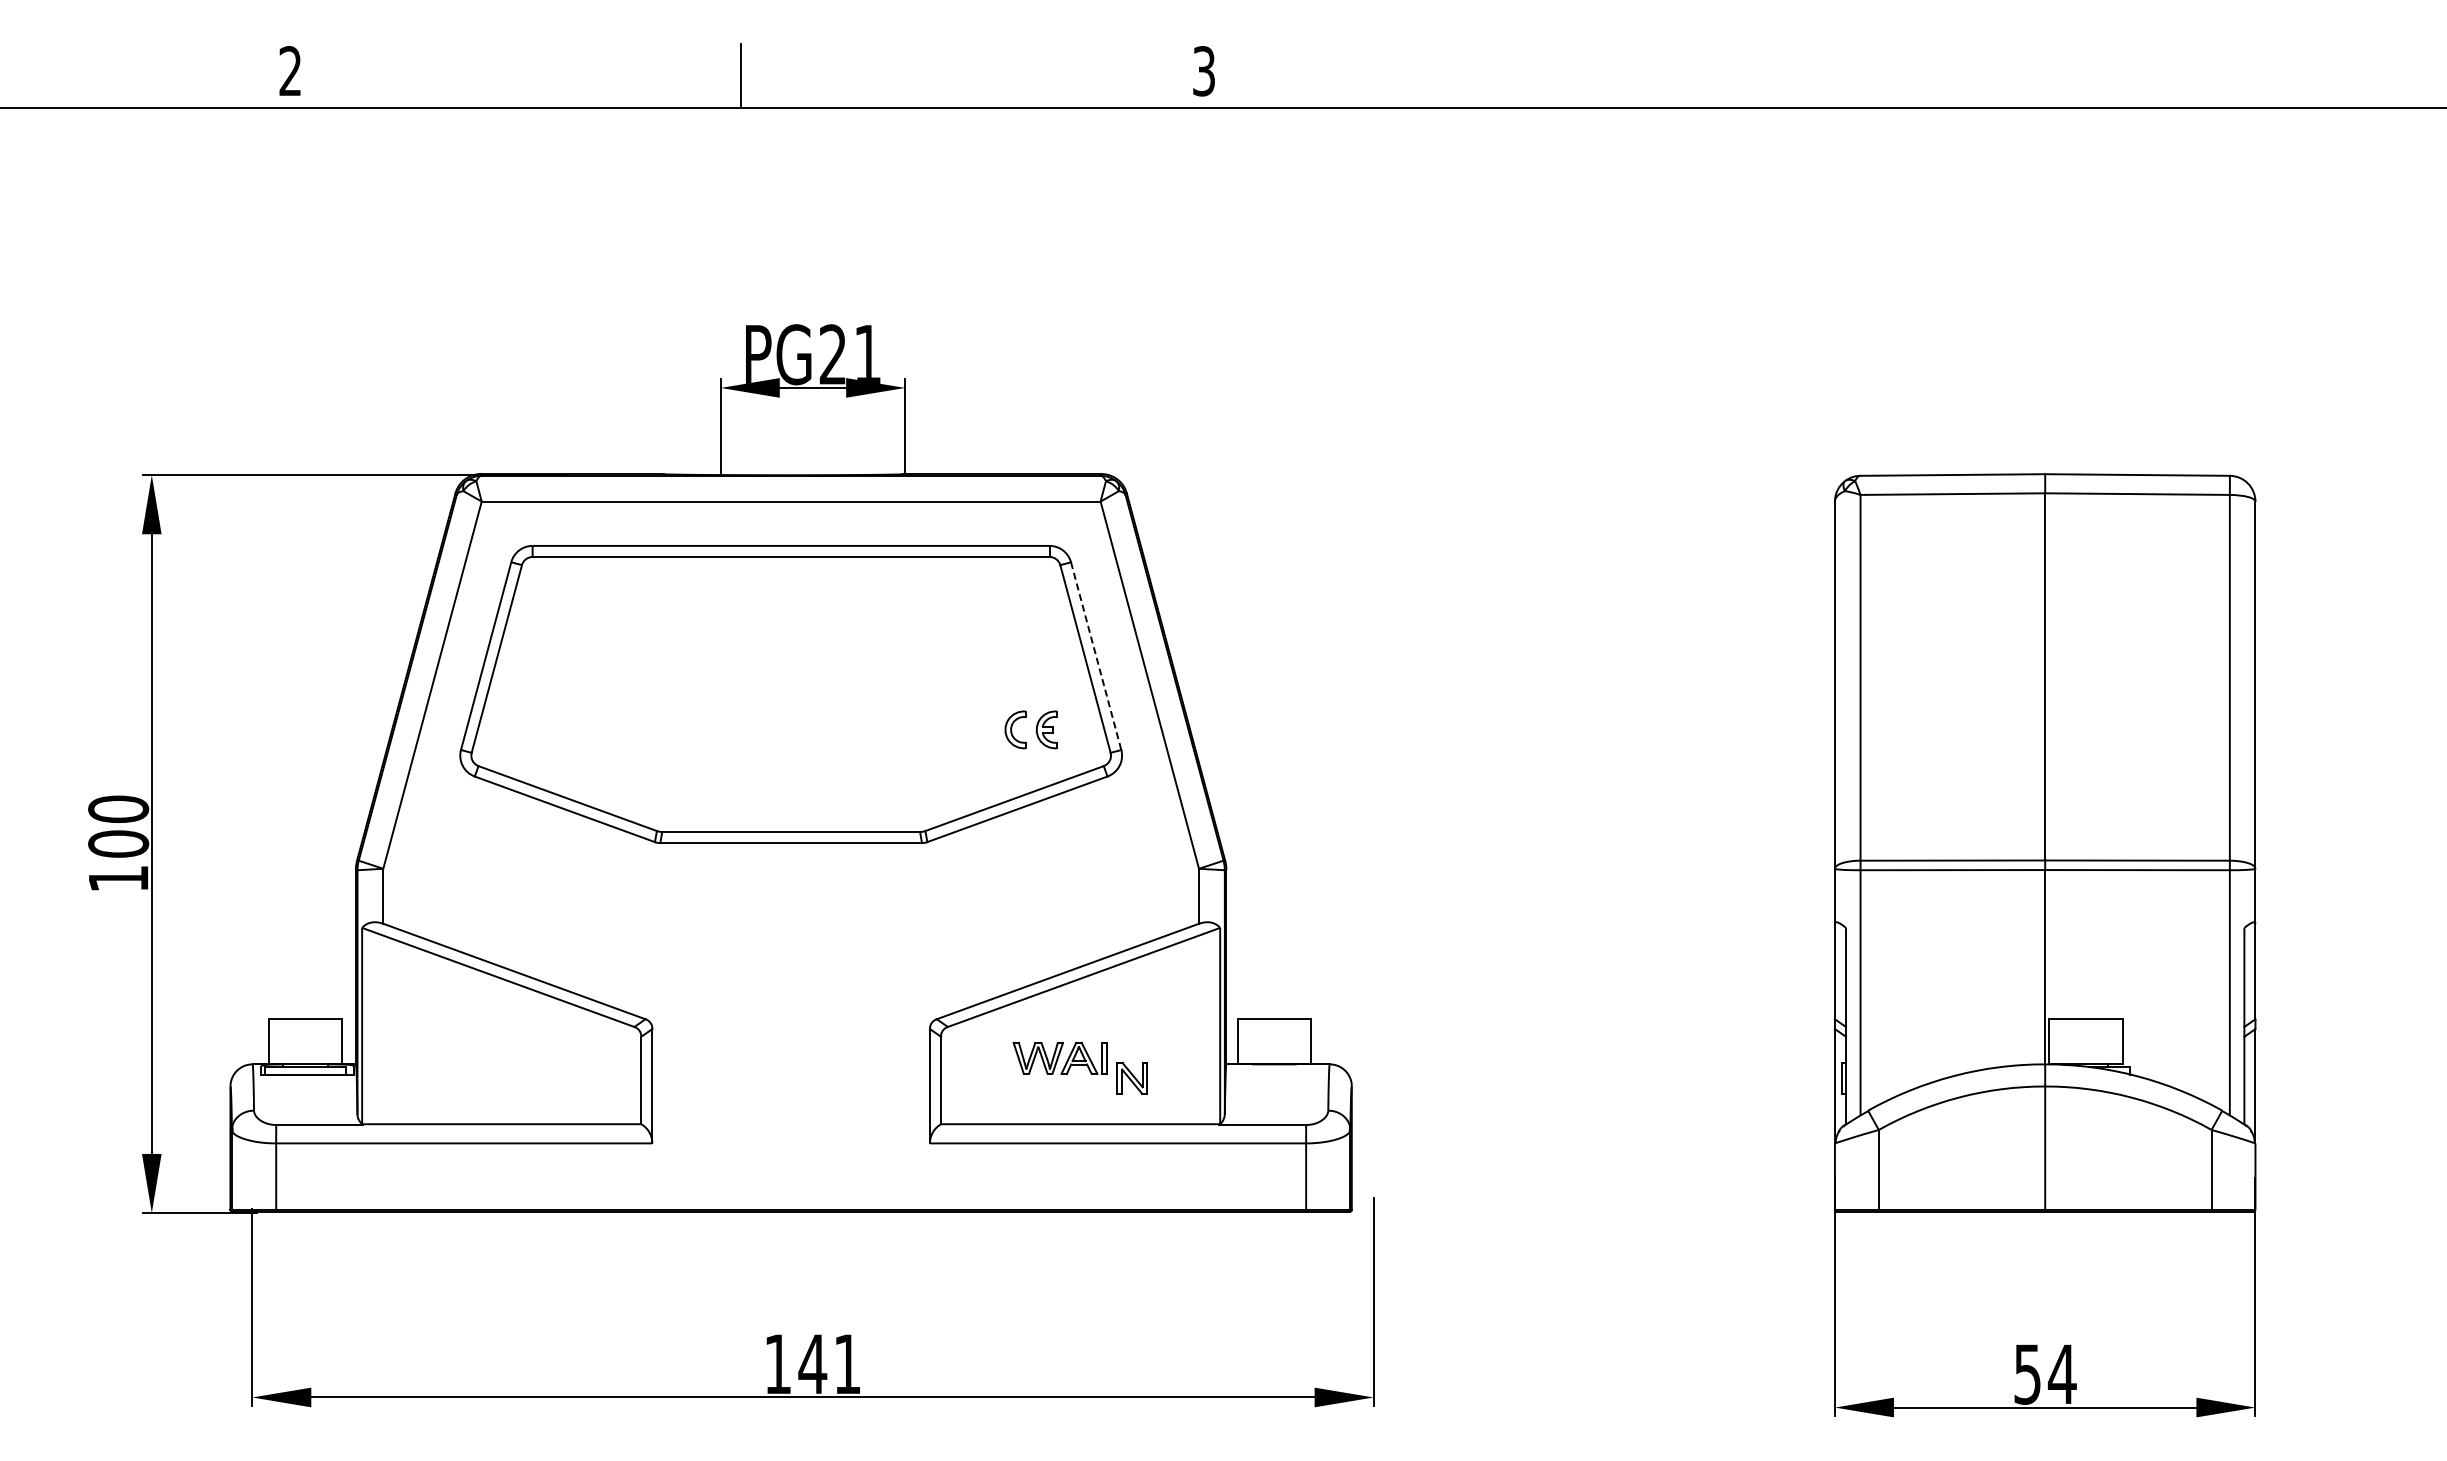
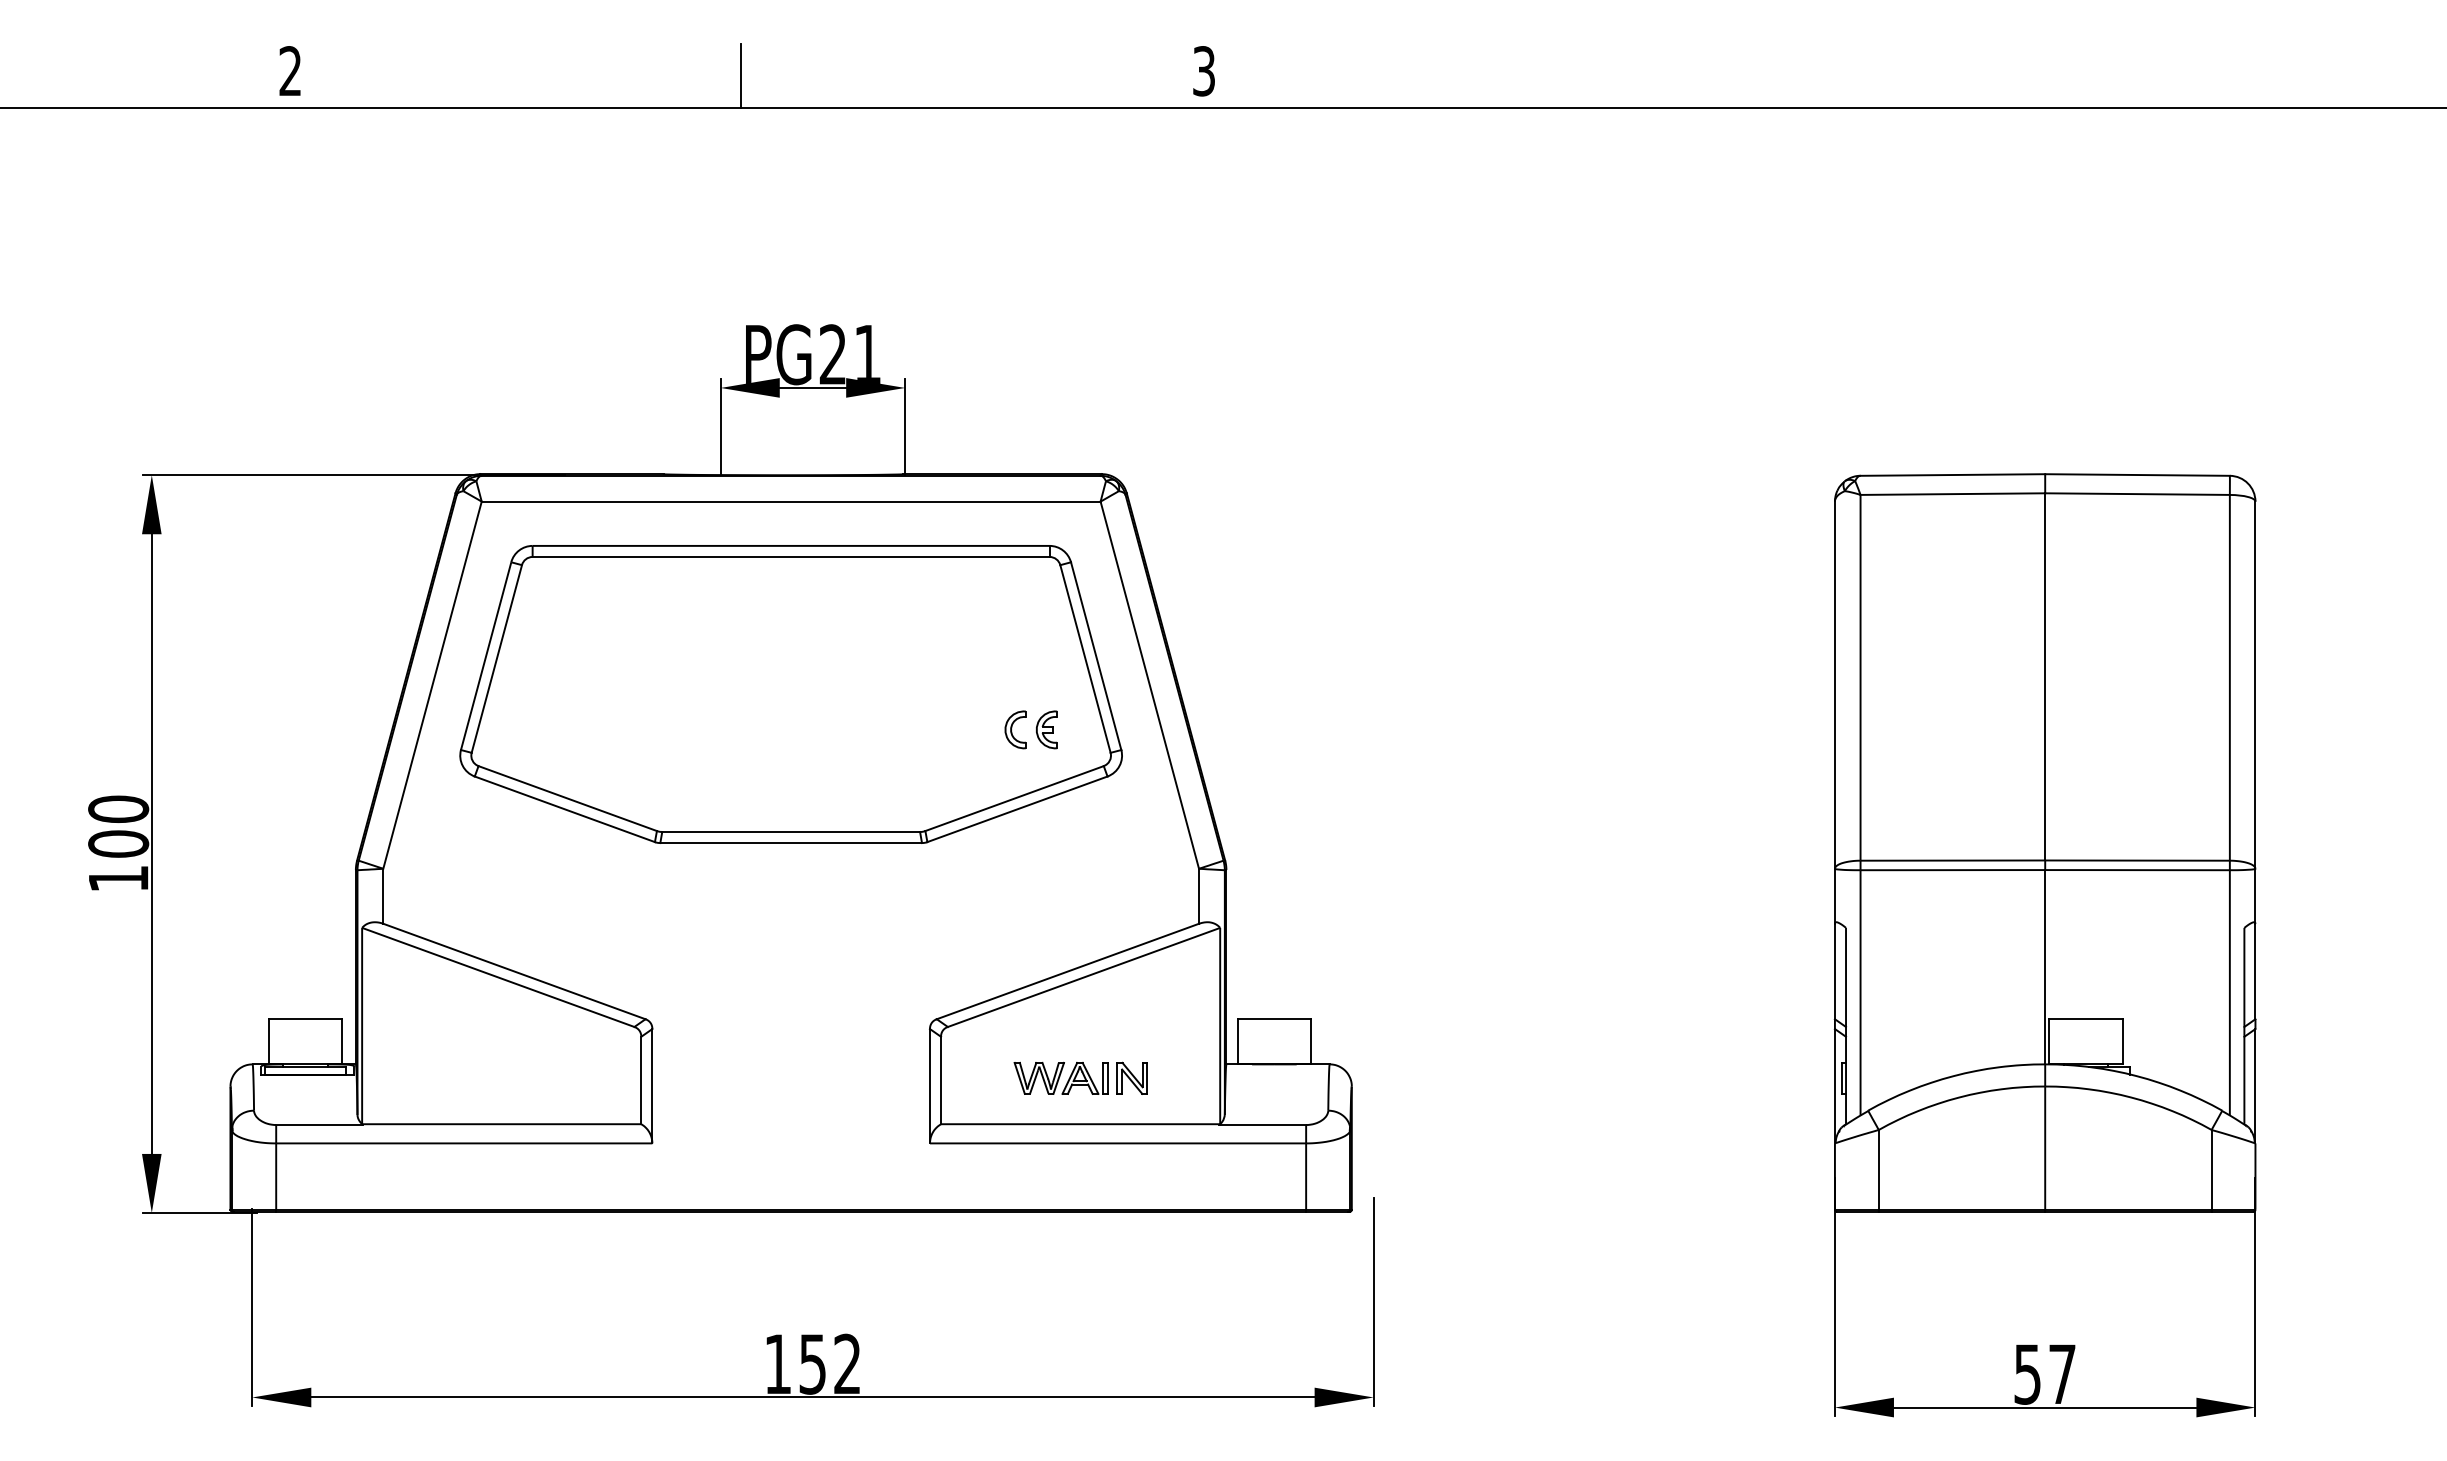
line at (1096, 656): dashed -> solid
part at (1059, 1057) position: (1059, 1057) -> (1060, 1077)
text at (828, 1363): 141 -> 152
text at (2061, 1373): 54 -> 57
